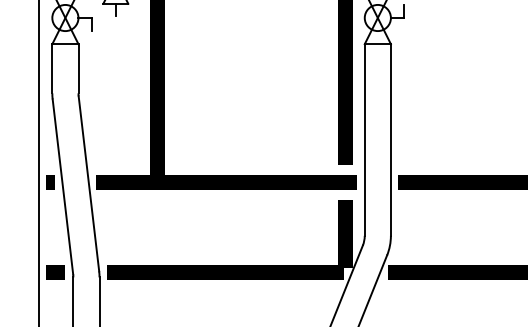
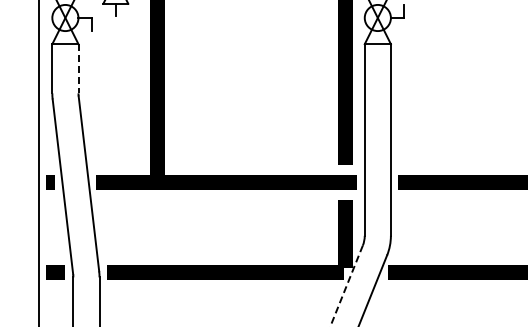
line at (78, 68): solid -> dashed
line at (346, 286): solid -> dashed
